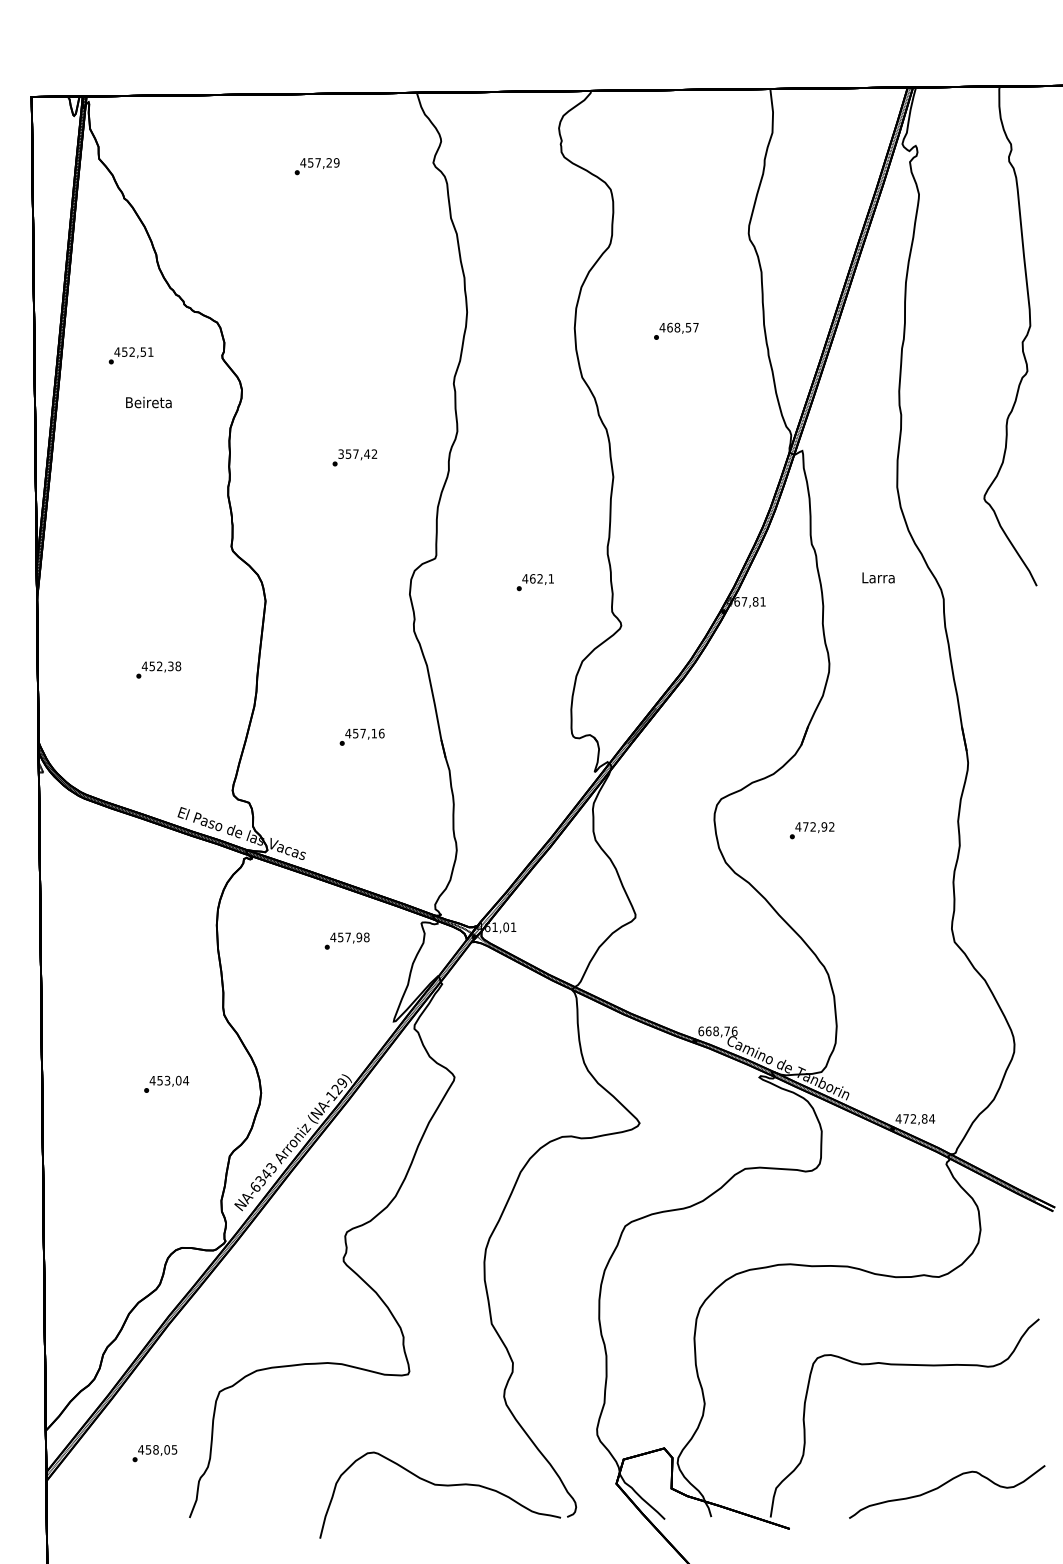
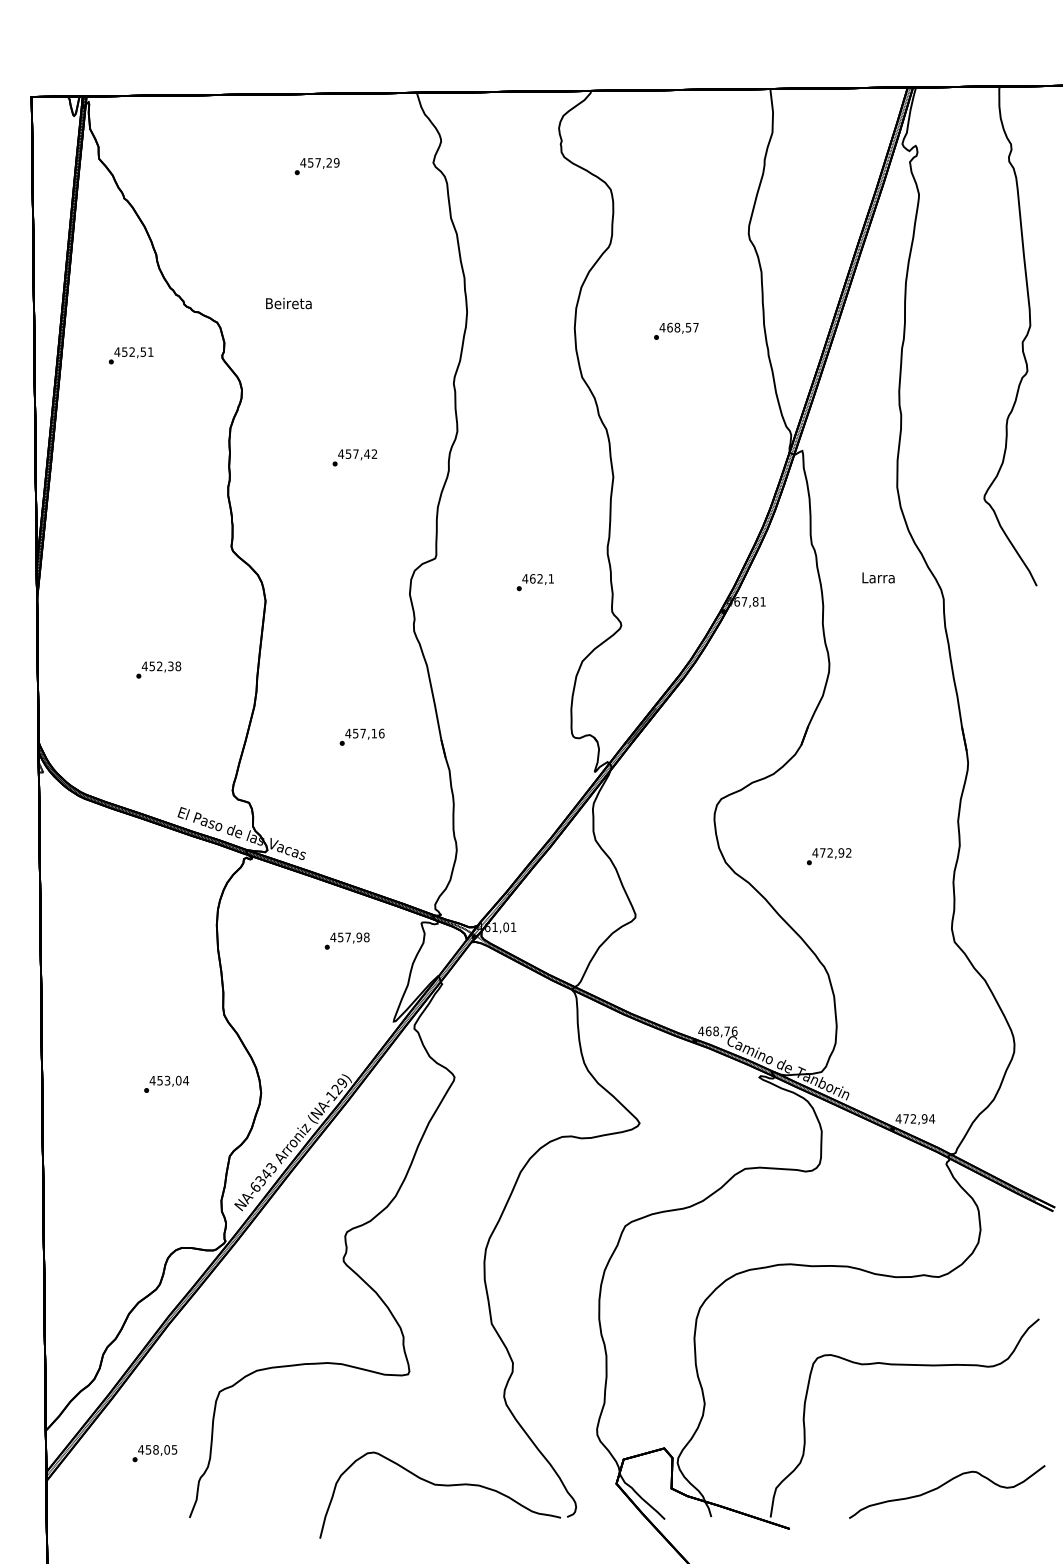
text at (148, 402) position: (148, 402) -> (288, 303)
text at (341, 453): 357,42 -> 457,42
text at (811, 830) position: (811, 830) -> (828, 856)
text at (701, 1031): 668,76 -> 468,76
text at (924, 1118): 472,84 -> 472,94
